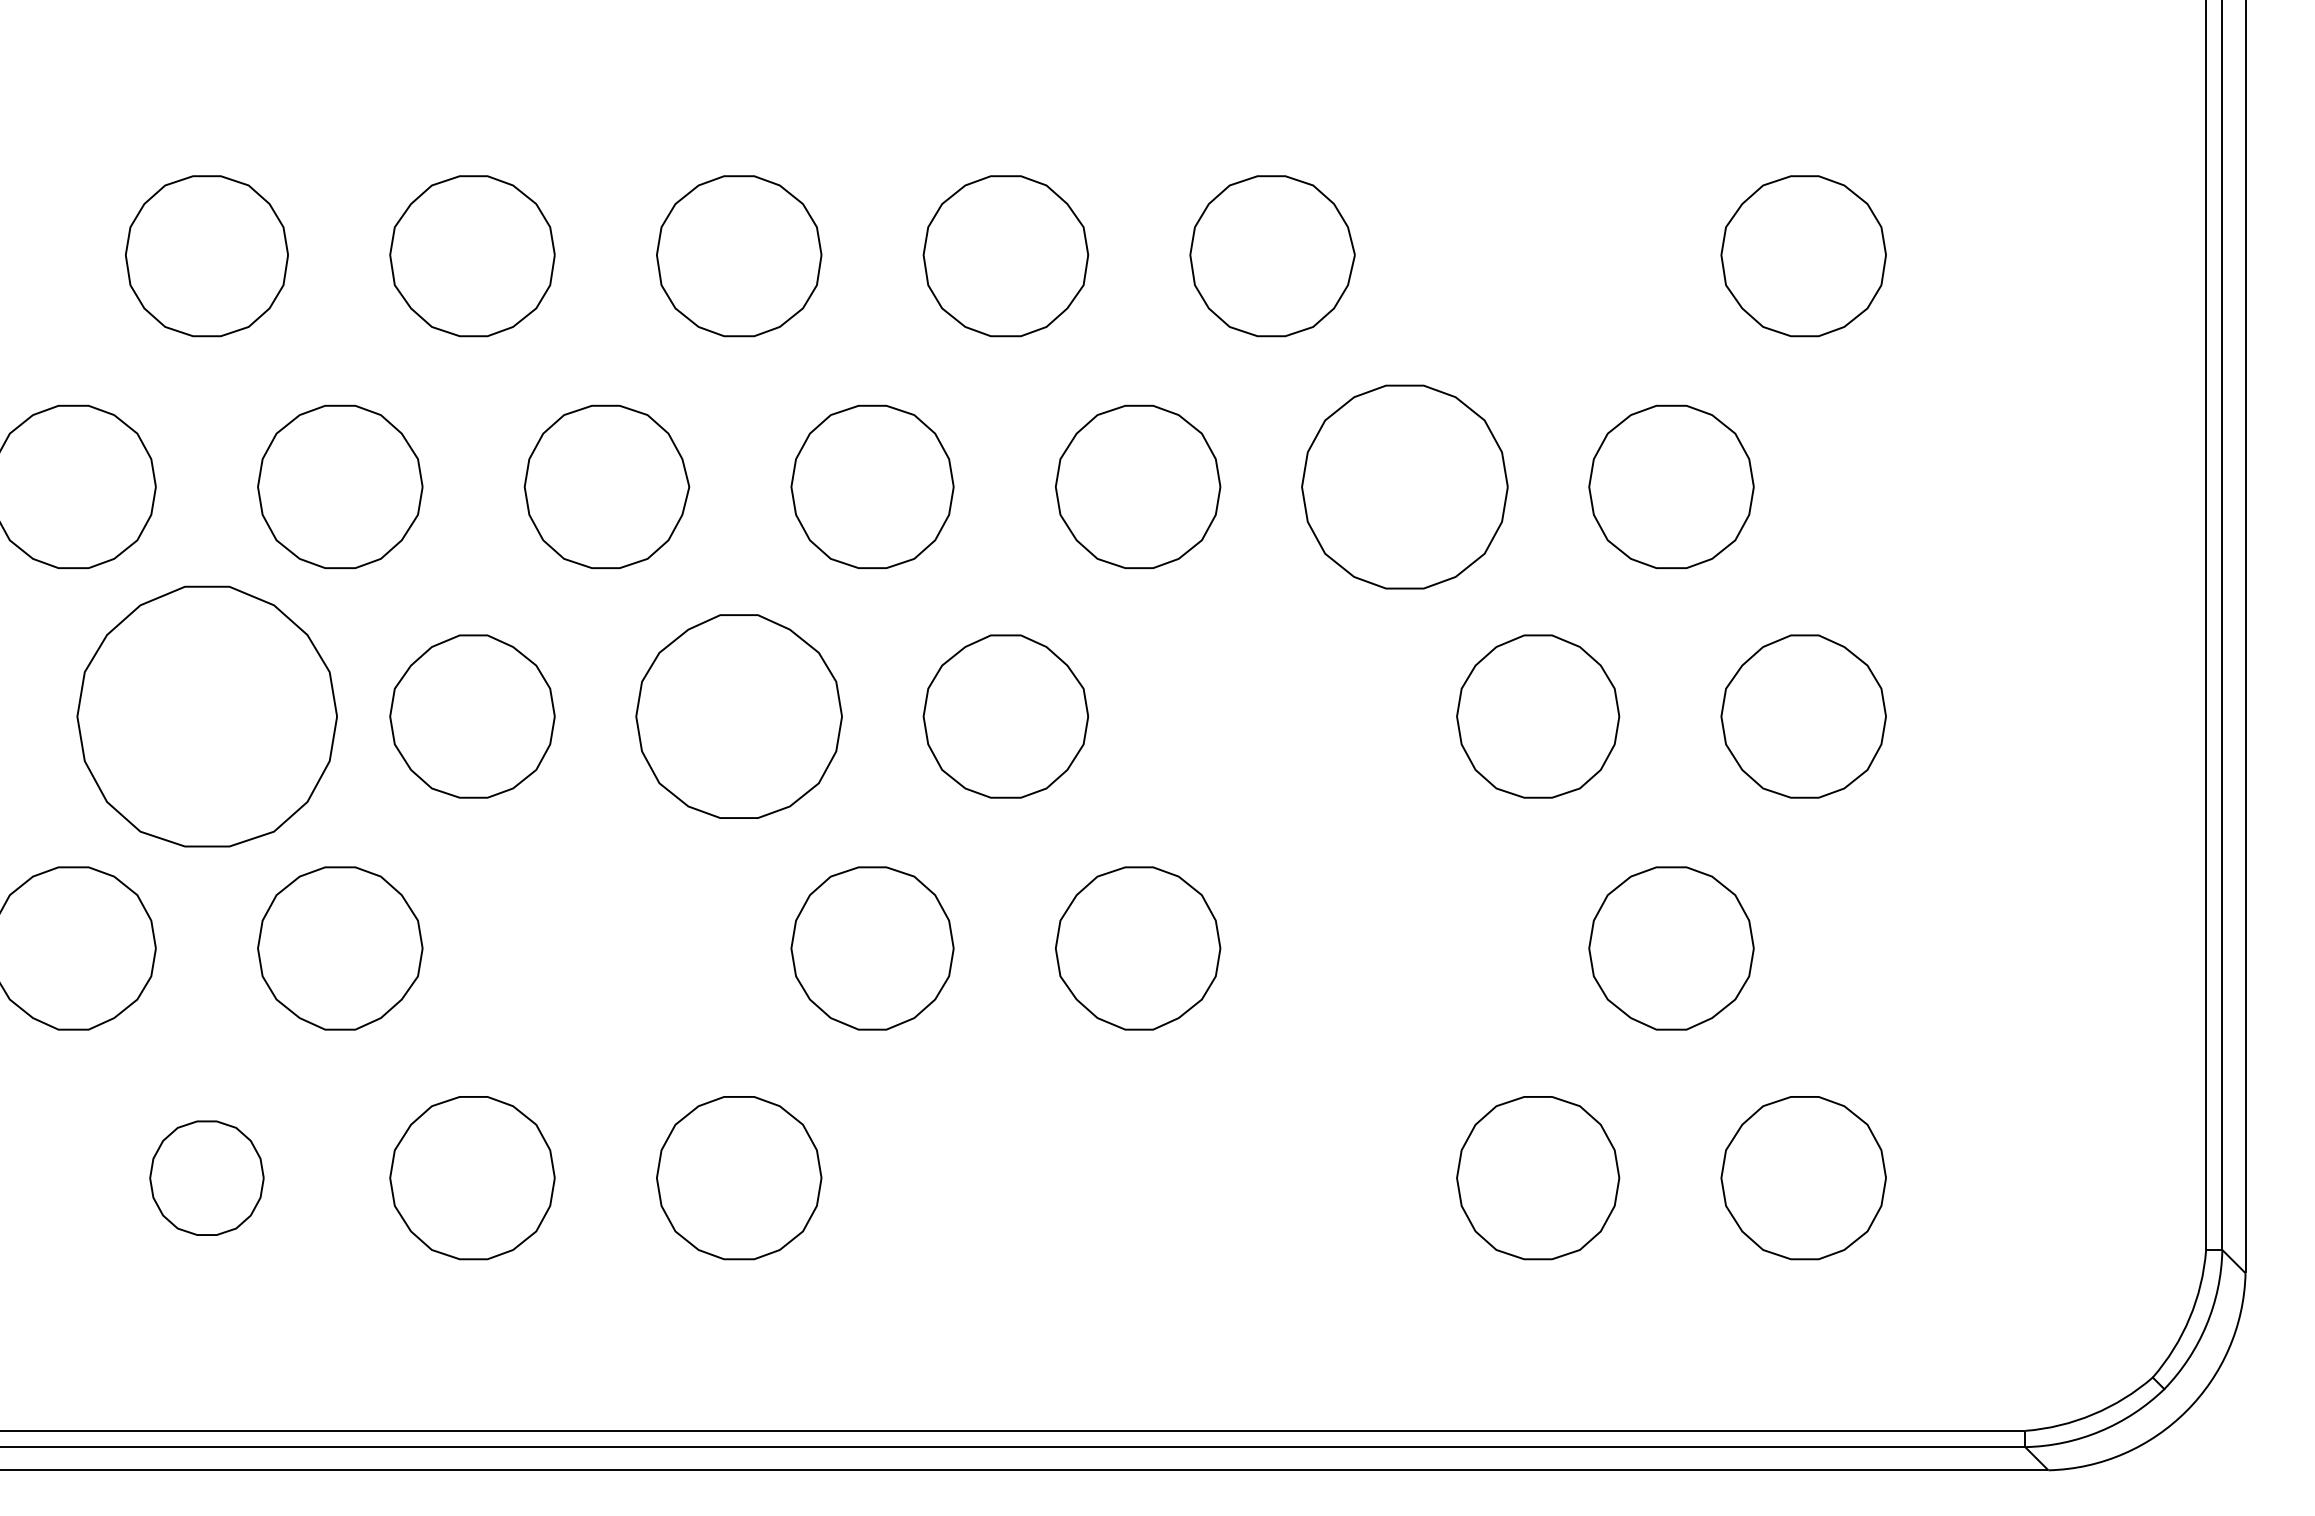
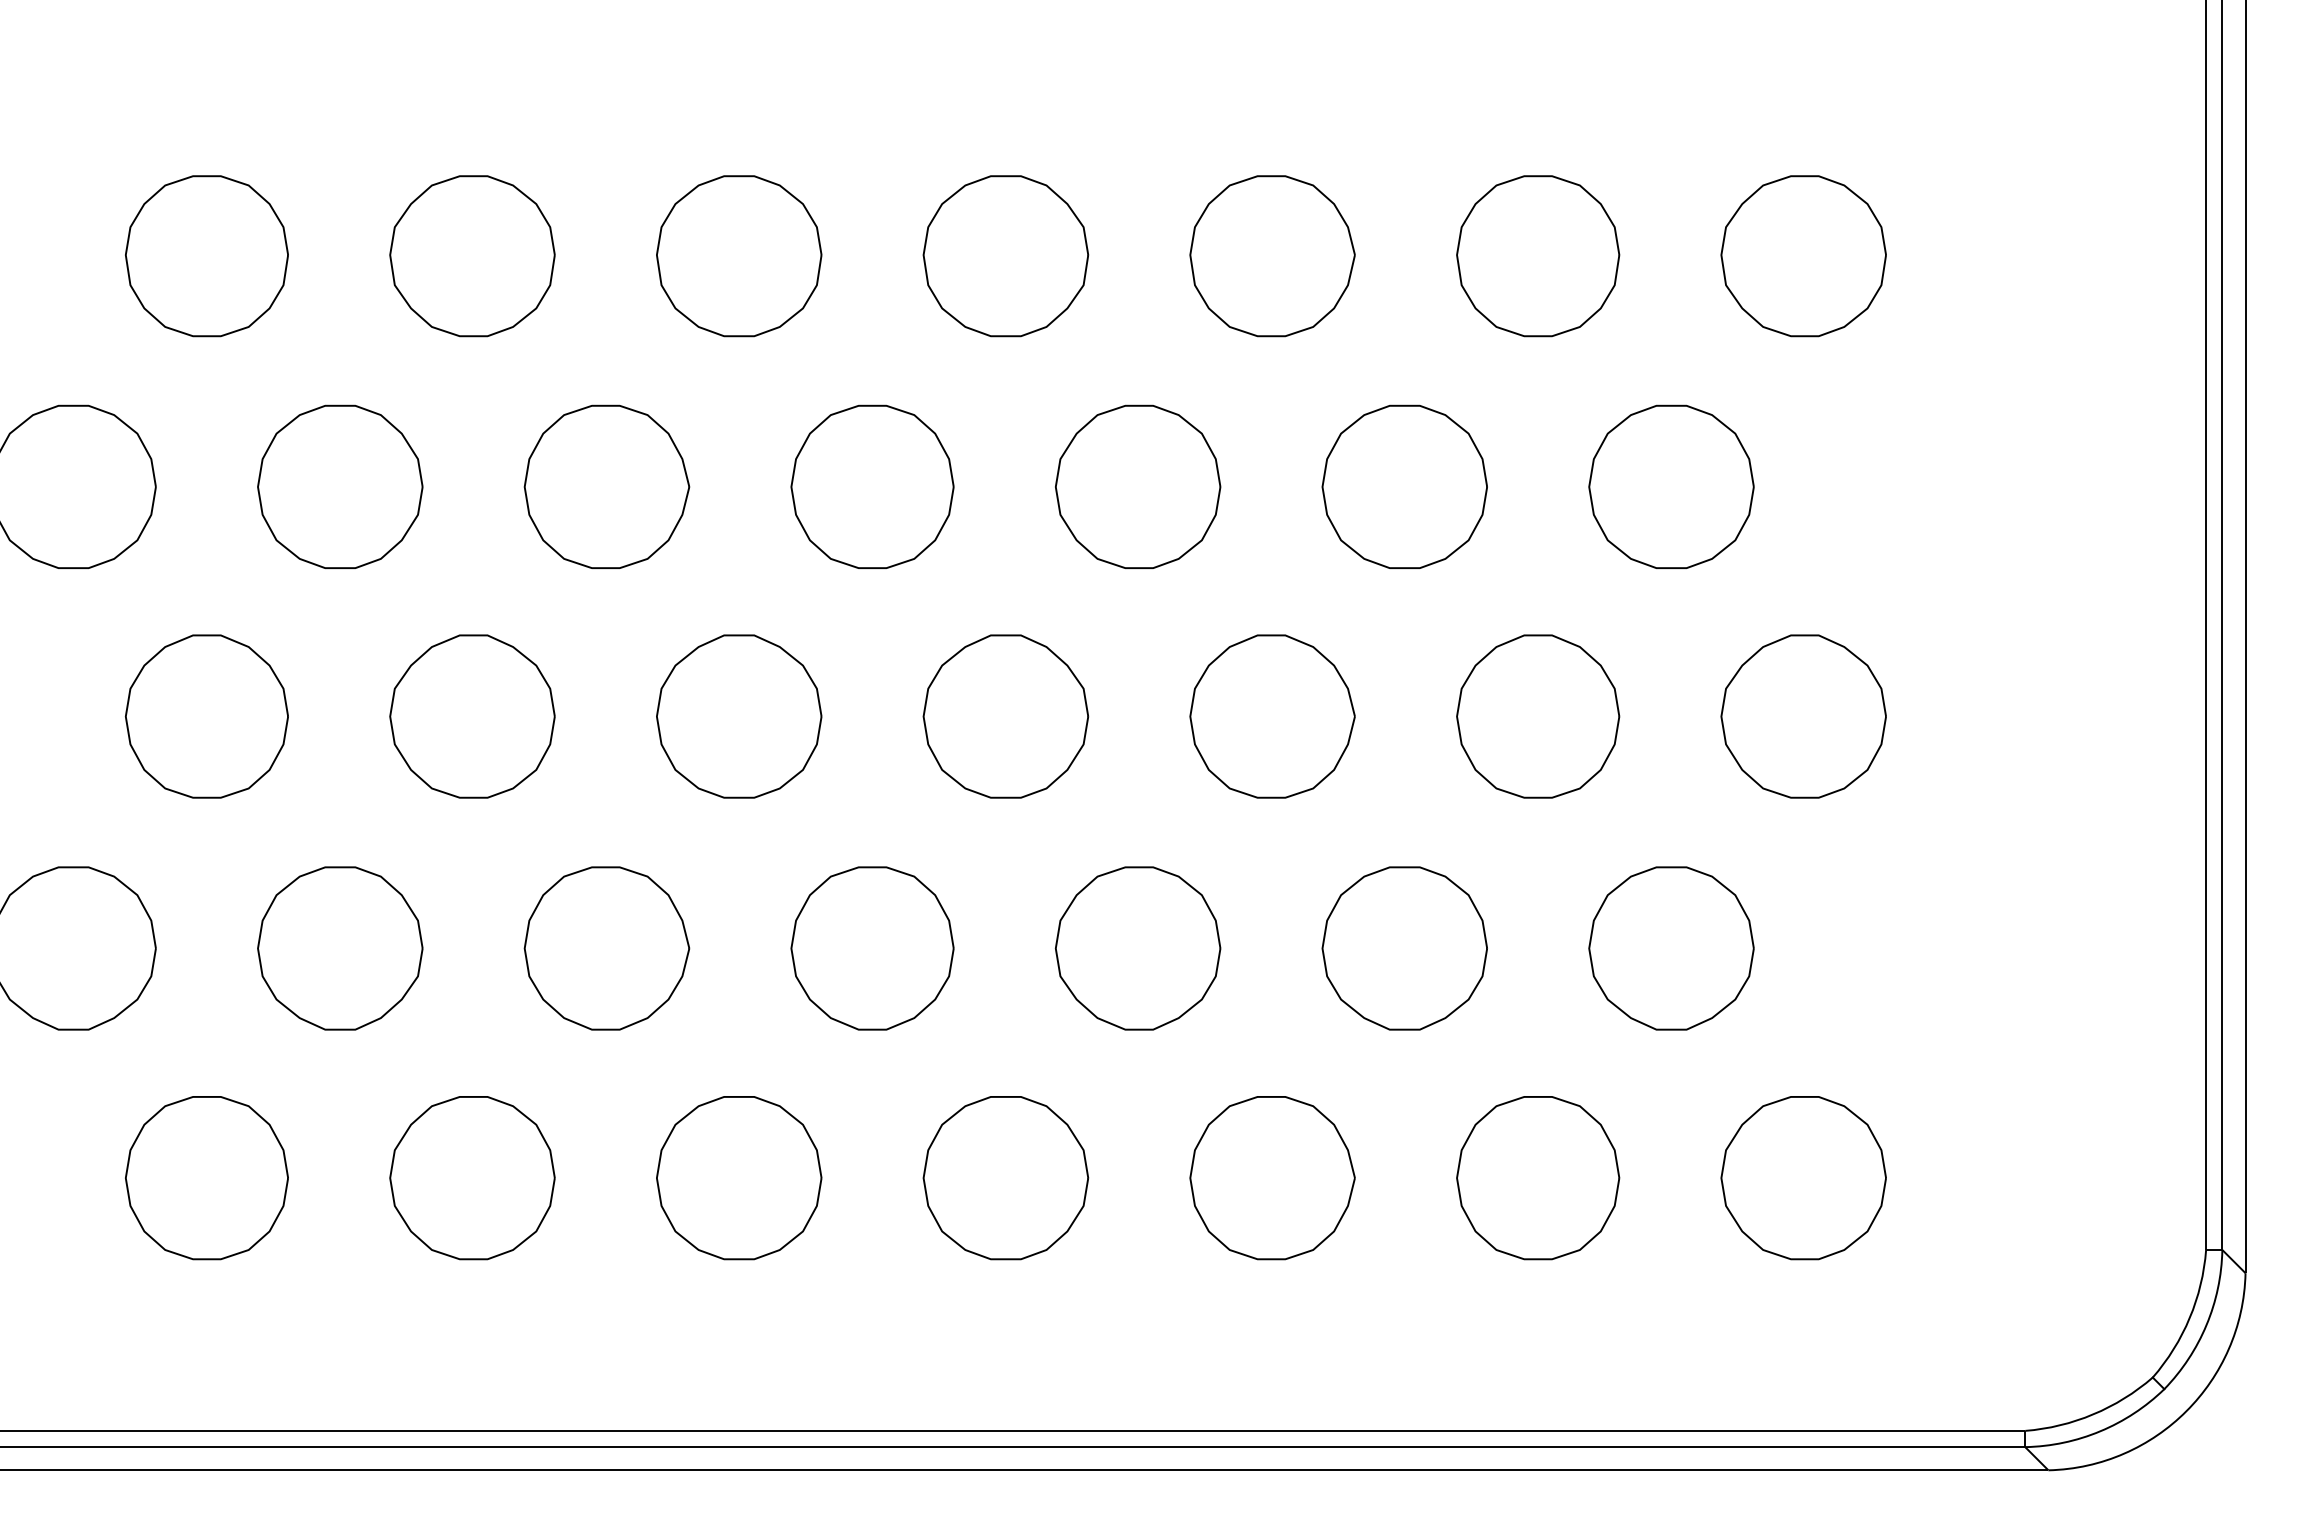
part at (1538, 256): none -> present
part at (1404, 486) size: 208x206 px -> 167x165 px
part at (206, 716) size: 262x263 px -> 165x165 px
part at (738, 716) size: 208x205 px -> 167x165 px
part at (1272, 716): none -> present
part at (606, 948): none -> present
part at (1404, 948): none -> present
part at (206, 1177) size: 116x116 px -> 164x165 px
part at (1005, 1178): none -> present
part at (1272, 1178): none -> present
